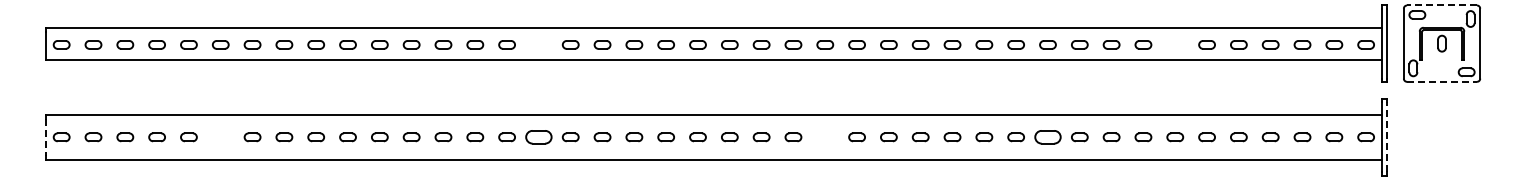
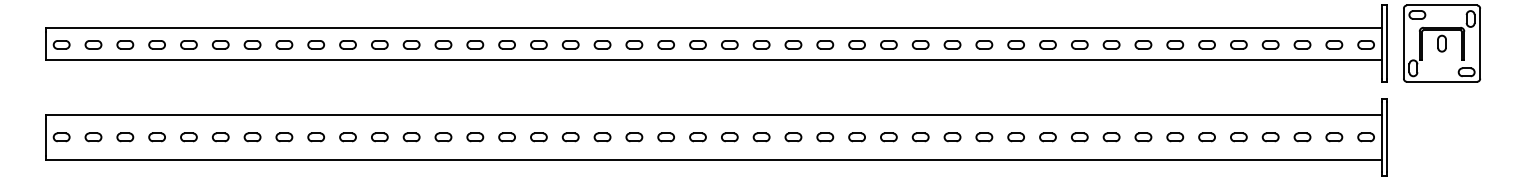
line at (1442, 5): dashed -> solid
part at (538, 44): none -> present
part at (1175, 44): none -> present
line at (1442, 81): dashed -> solid
line at (45, 137): dashed -> solid
part at (220, 137): none -> present
part at (538, 137) size: 28x15 px -> 18x11 px
part at (825, 137): none -> present
part at (1047, 137) size: 28x15 px -> 18x11 px
line at (1387, 137): dashed -> solid
